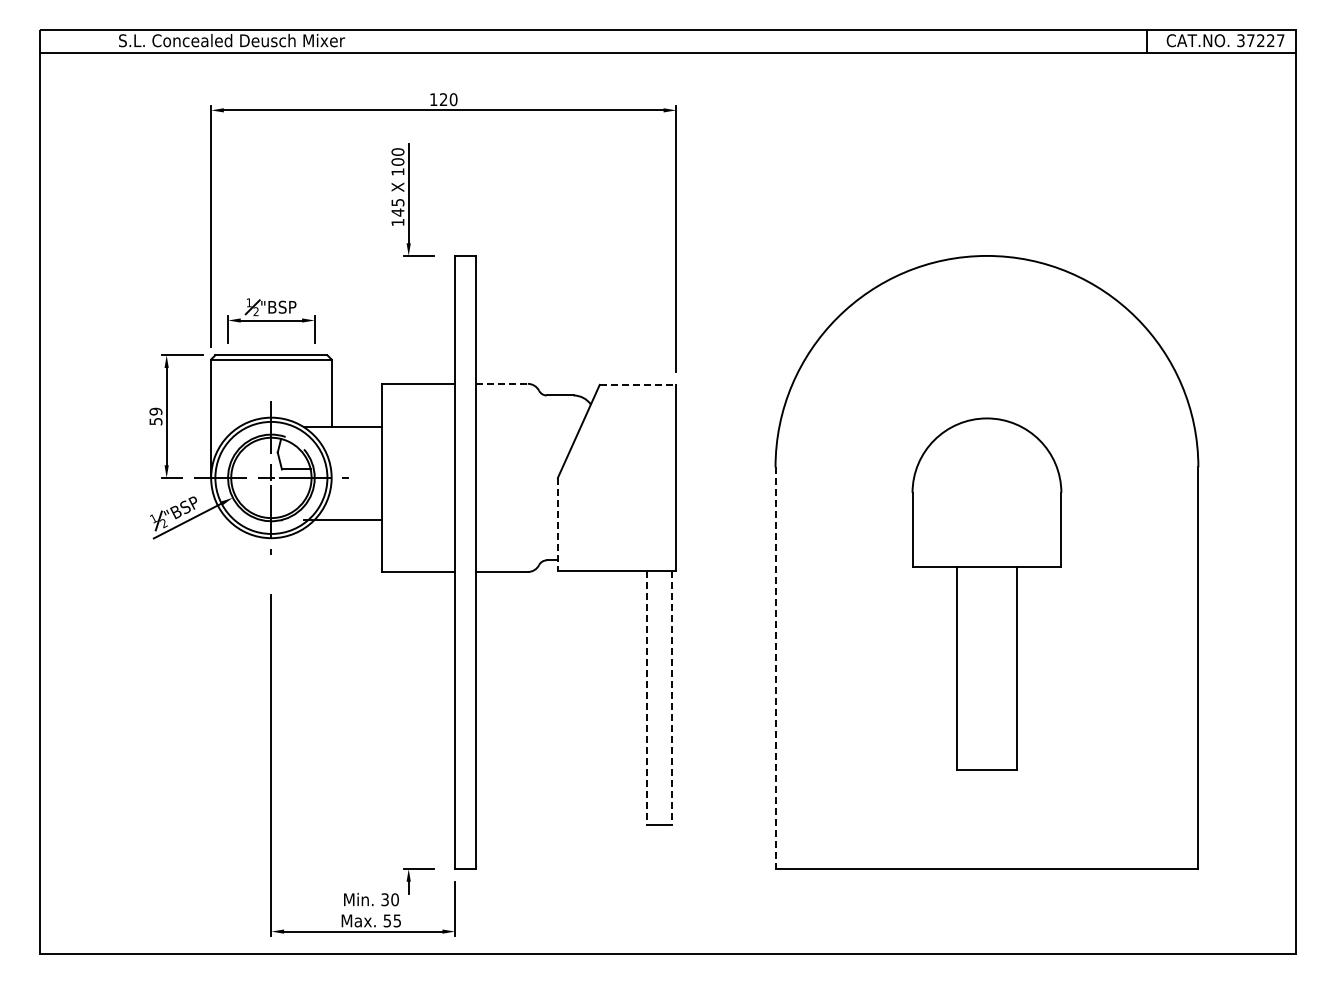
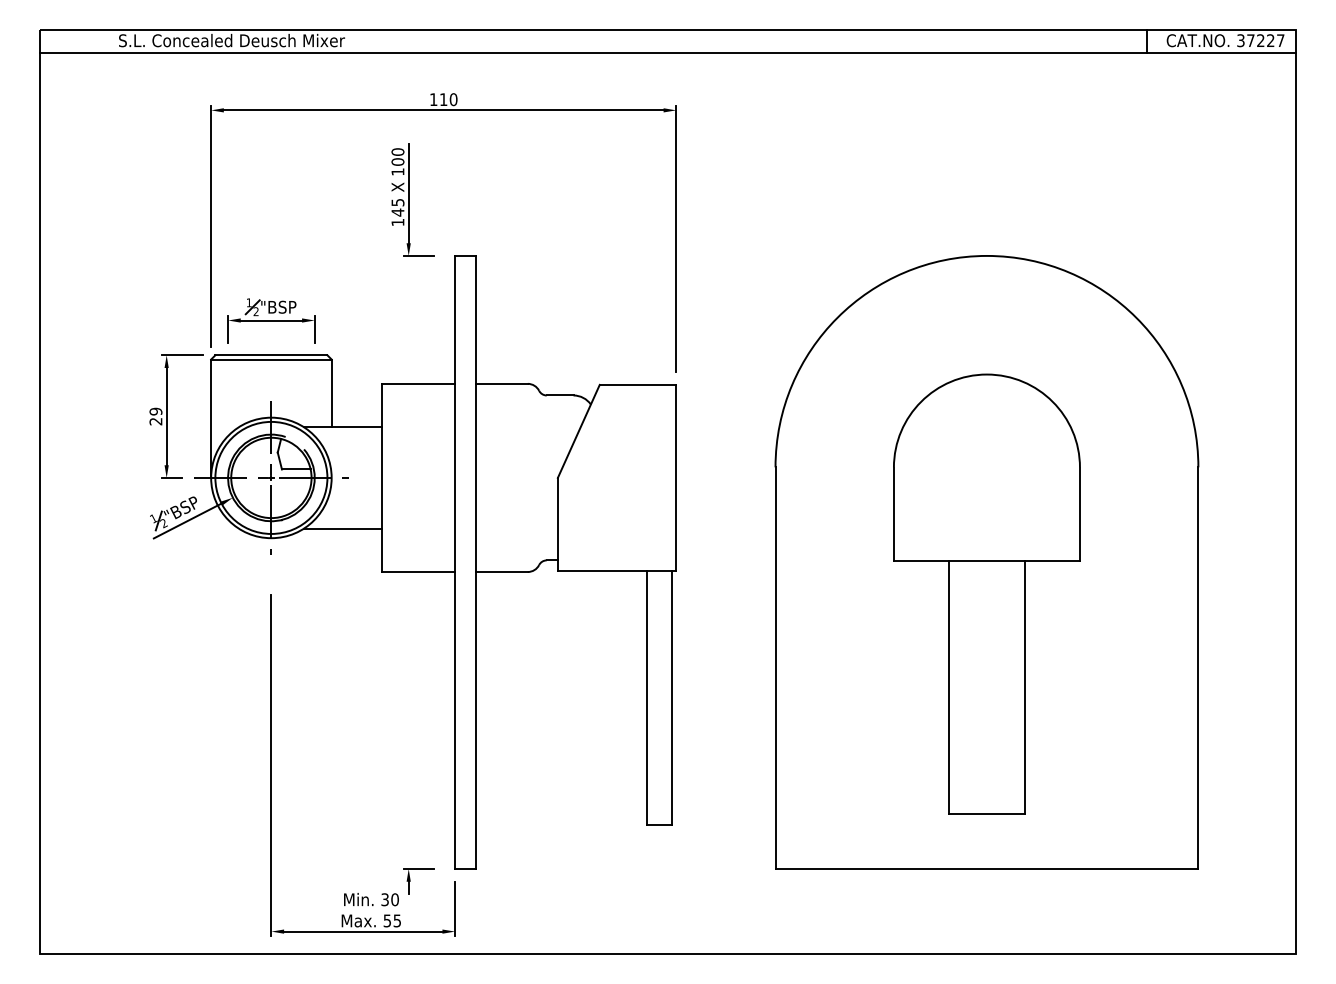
text at (443, 99): 120 -> 110
line at (502, 383): dashed -> solid
line at (638, 384): dashed -> solid
text at (155, 421): 59 -> 29
line at (342, 519) position: (342, 519) -> (342, 528)
line at (557, 524): dashed -> solid
part at (986, 593) size: 152x354 px -> 188x442 px
line at (775, 668): dashed -> solid
line at (646, 697): dashed -> solid
line at (672, 697): dashed -> solid
